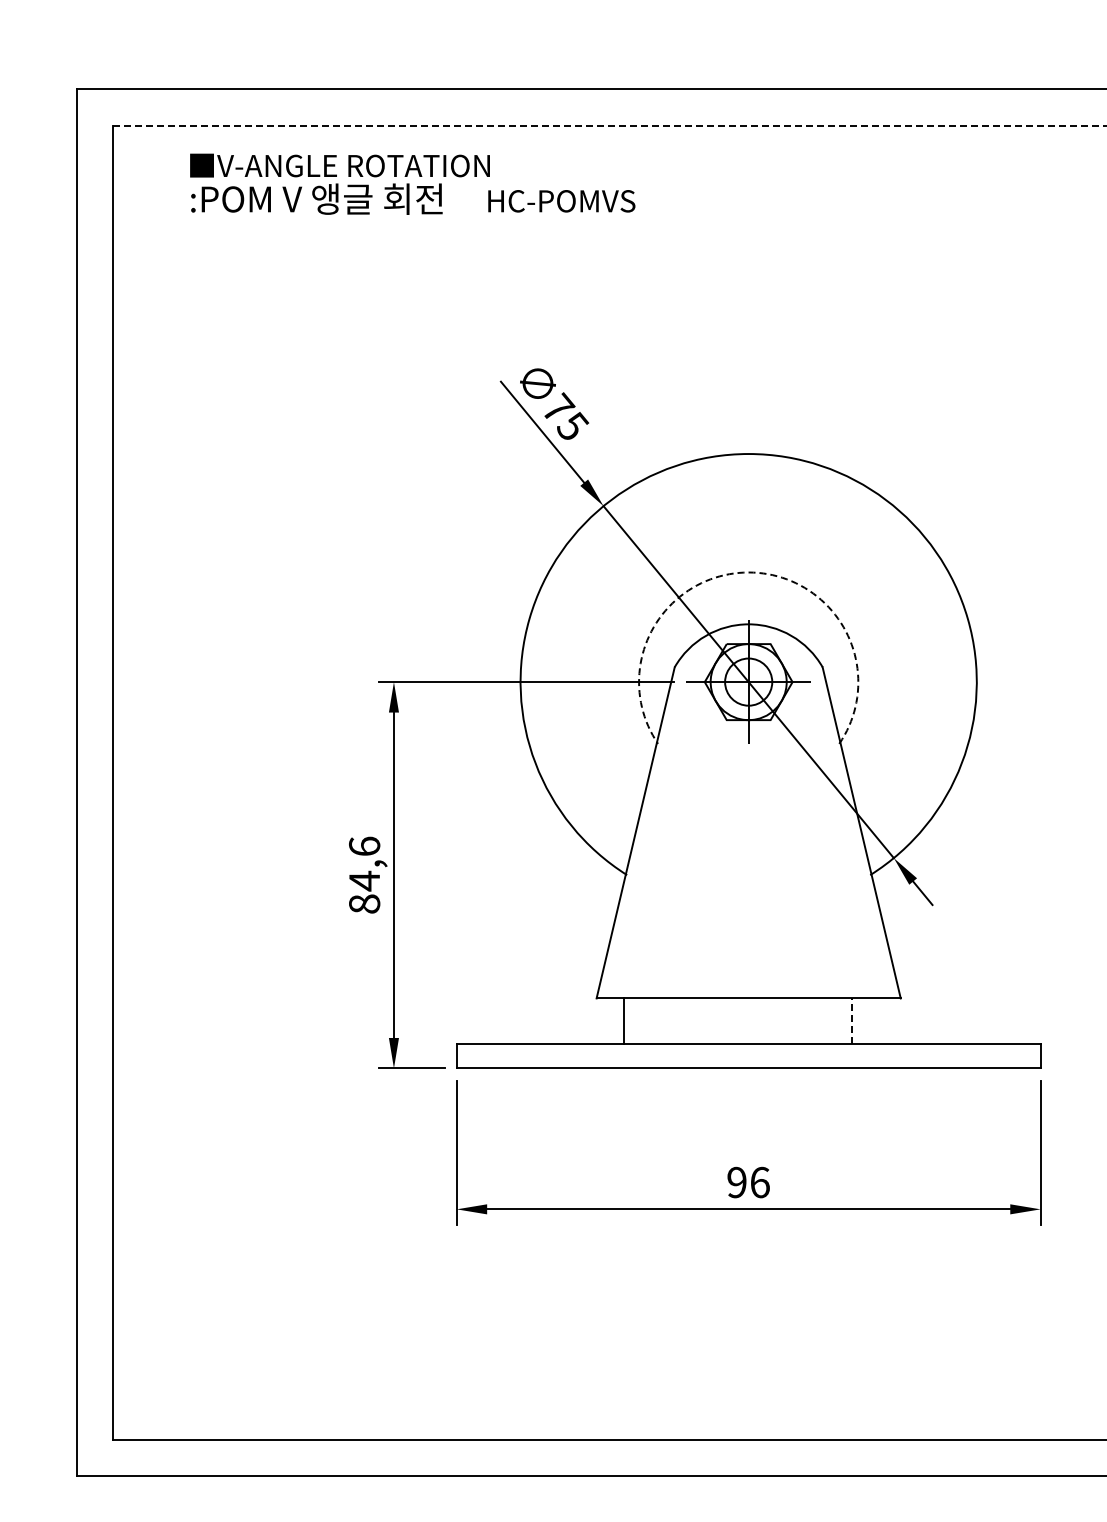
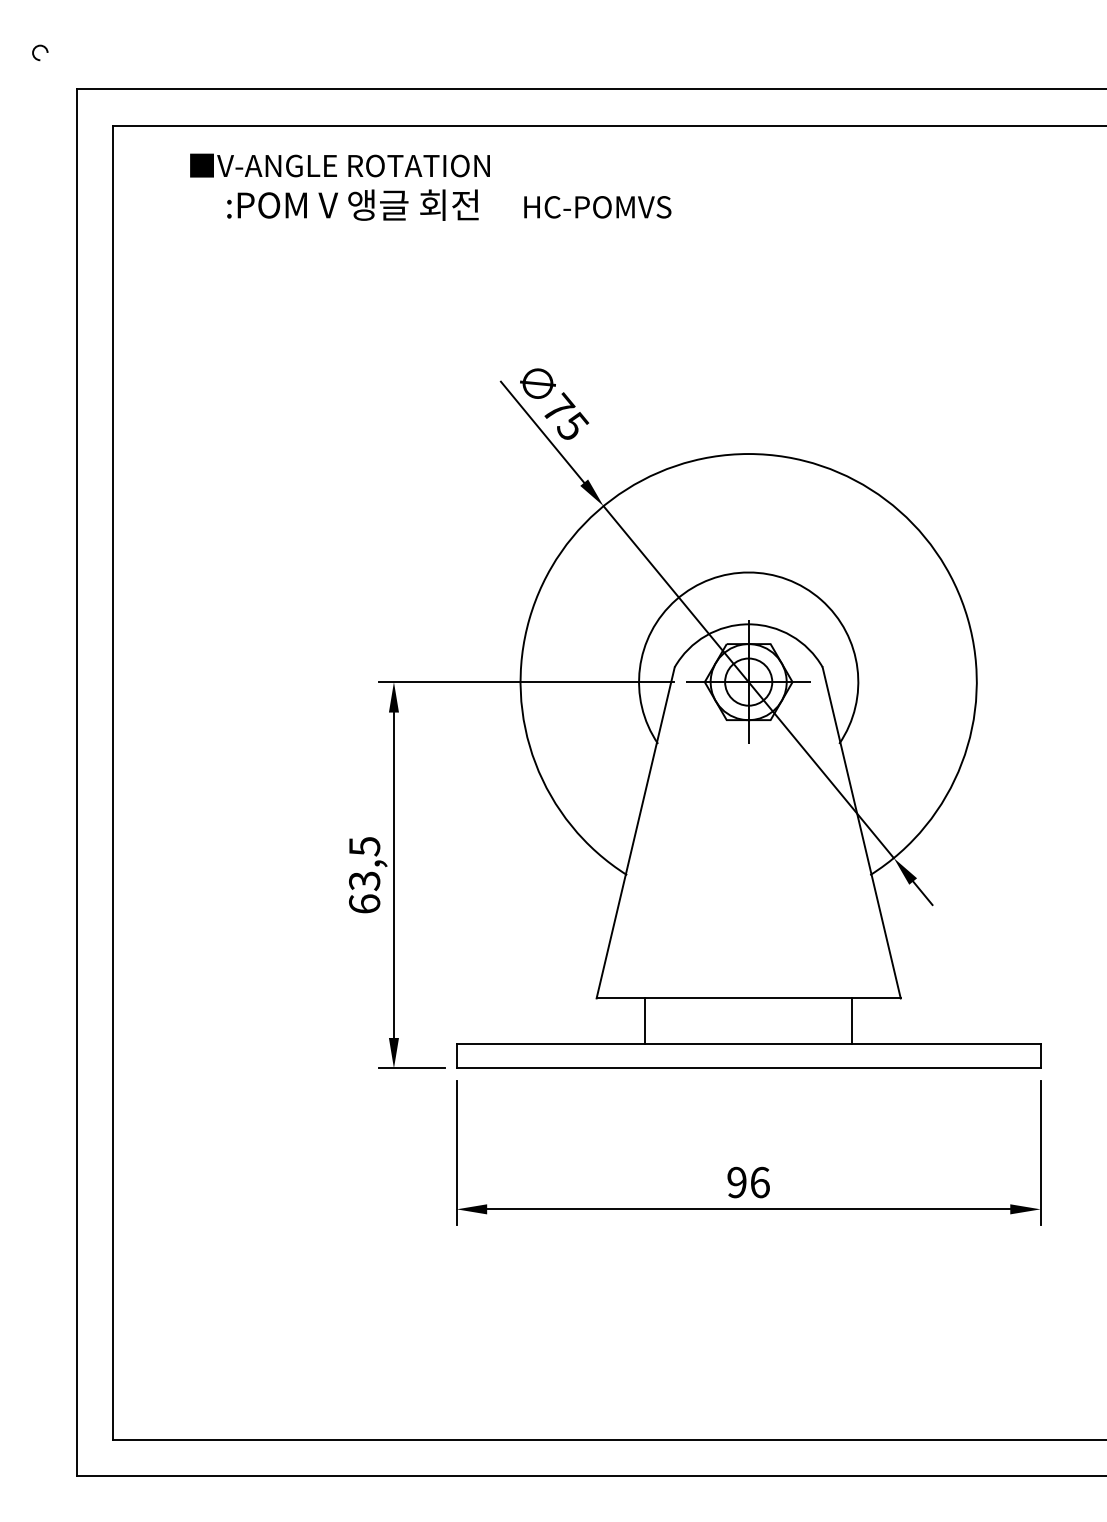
arc at (44, 48): none -> present
line at (610, 125): dashed -> solid
text at (413, 198) position: (413, 198) -> (449, 204)
arc at (748, 572): dashed -> solid
text at (364, 874): 84,6 -> 63,5
line at (624, 1021) position: (624, 1021) -> (645, 1021)
line at (852, 1021): dashed -> solid
